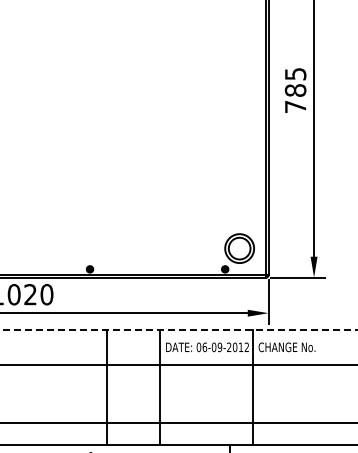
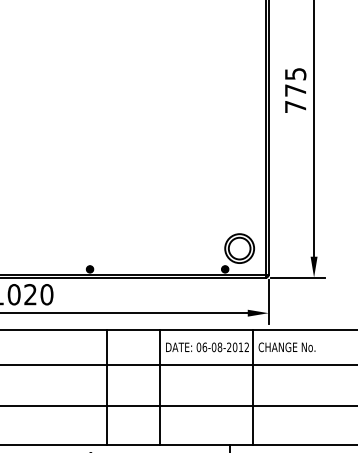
text at (295, 90): 785 -> 775
line at (179, 329): dashed -> solid
text at (219, 347): 06-09-2012 -> 06-08-2012
line at (178, 423) position: (178, 423) -> (178, 406)
